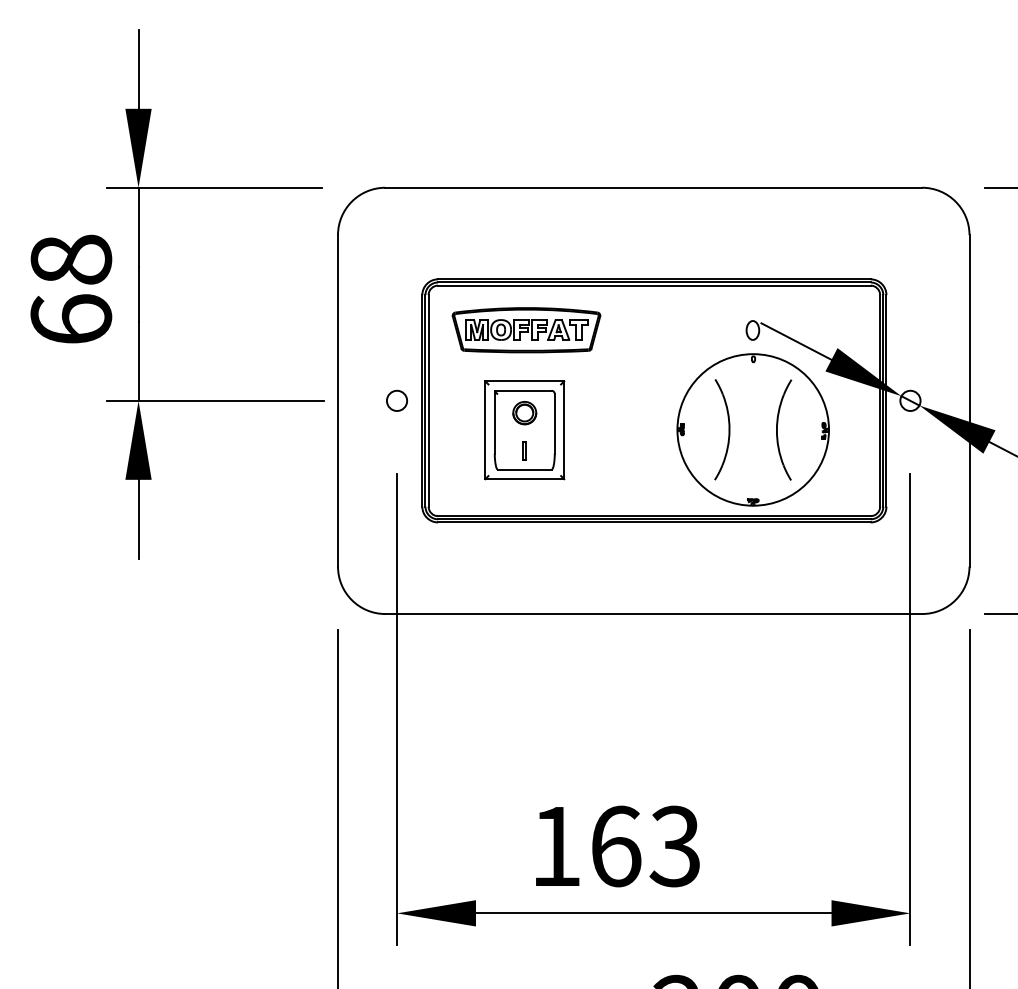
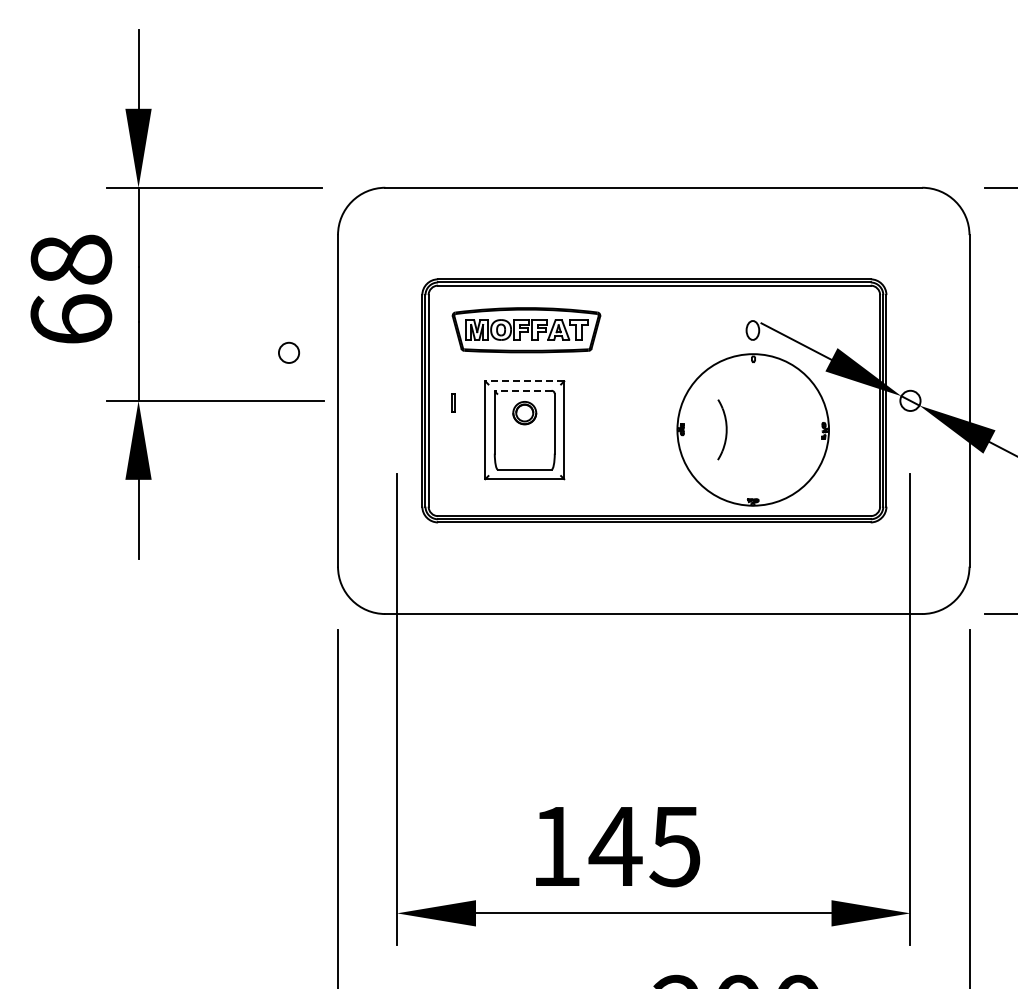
line at (524, 381): solid -> dashed
line at (522, 390): solid -> dashed
circle at (396, 400) position: (396, 400) -> (288, 352)
part at (722, 429) size: 17x102 px -> 11x62 px
part at (777, 429): present -> none
line at (523, 450) position: (523, 450) -> (452, 402)
text at (644, 846): 163 -> 145
